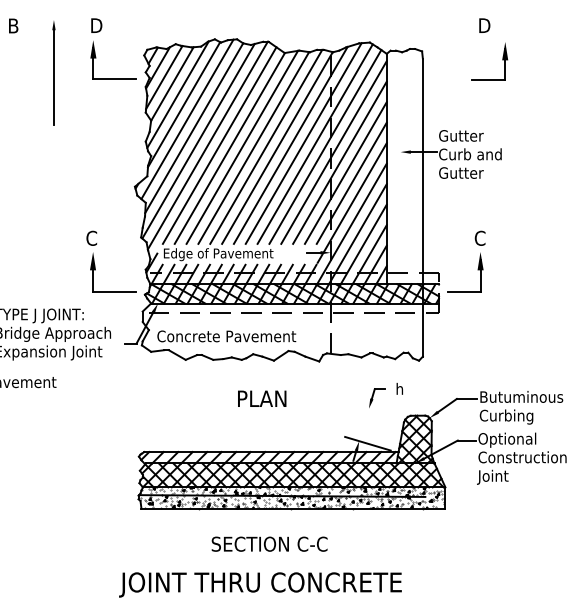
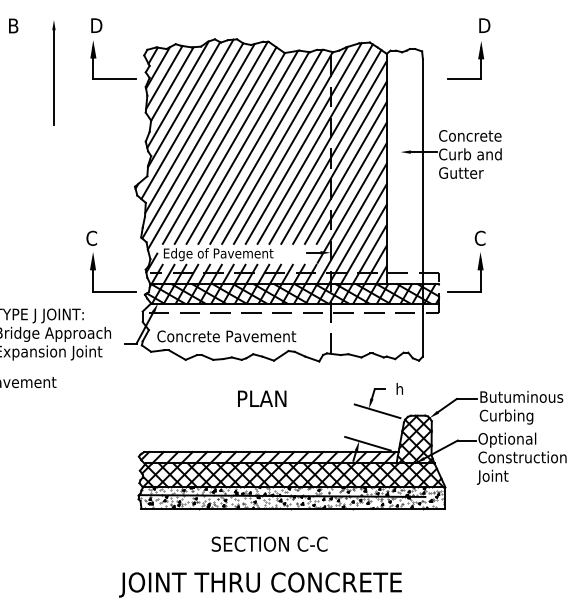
part at (502, 60) position: (502, 60) -> (478, 59)
text at (472, 135): Gutter -> Concrete
line at (377, 411): none -> present
